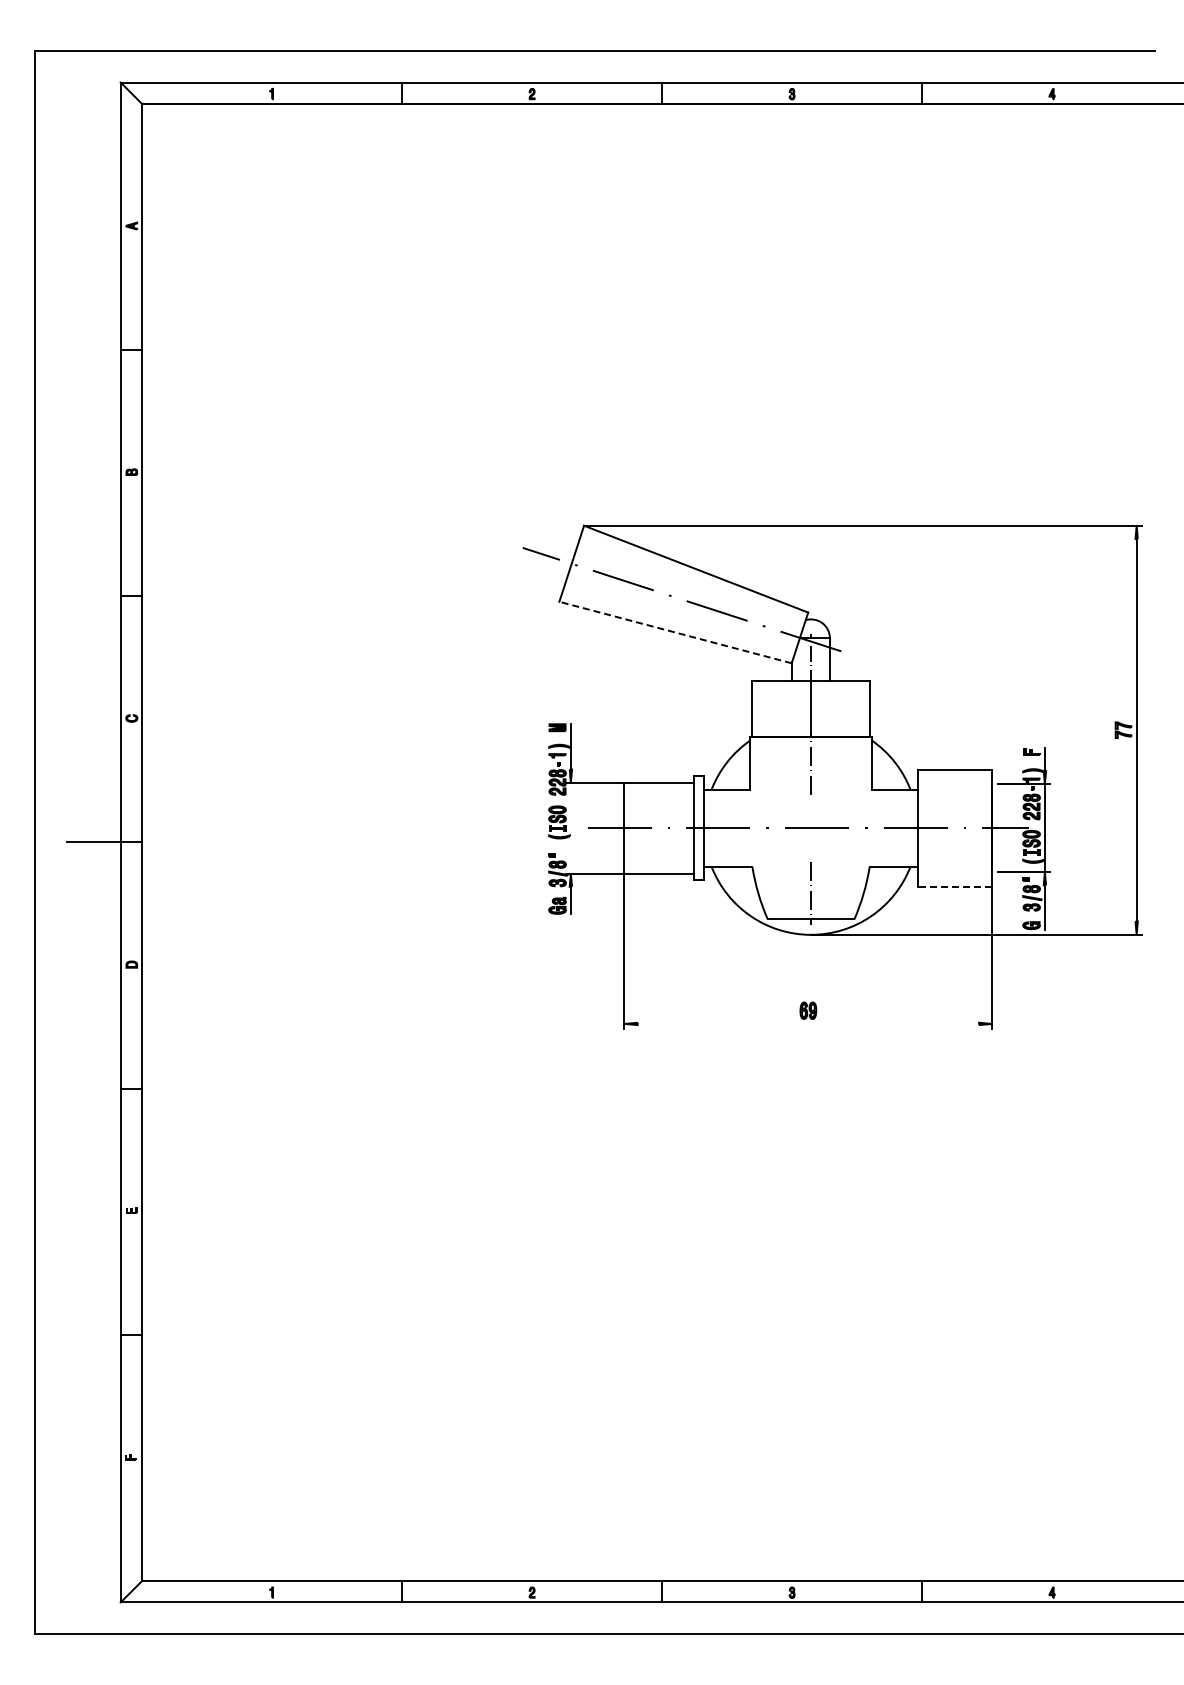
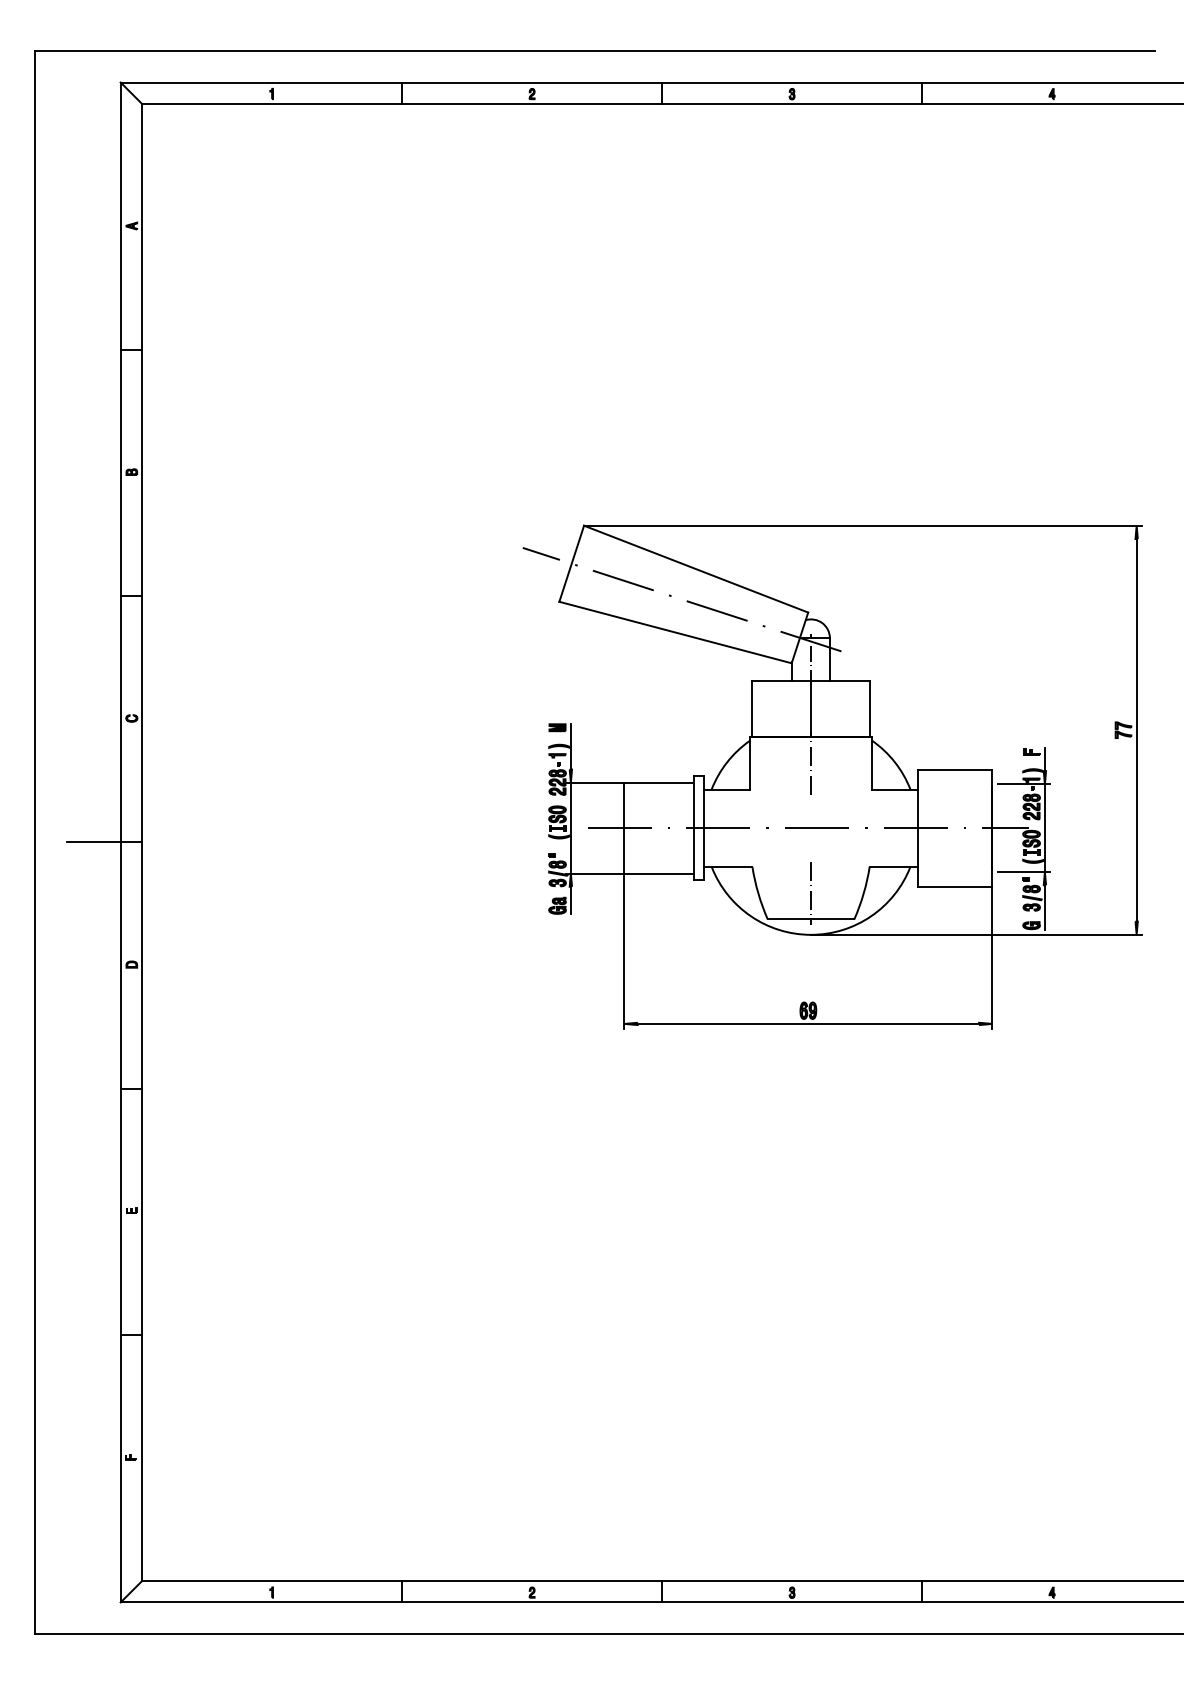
line at (675, 632): dashed -> solid
line at (570, 827): none -> present
line at (954, 886): dashed -> solid
line at (808, 1023): none -> present
